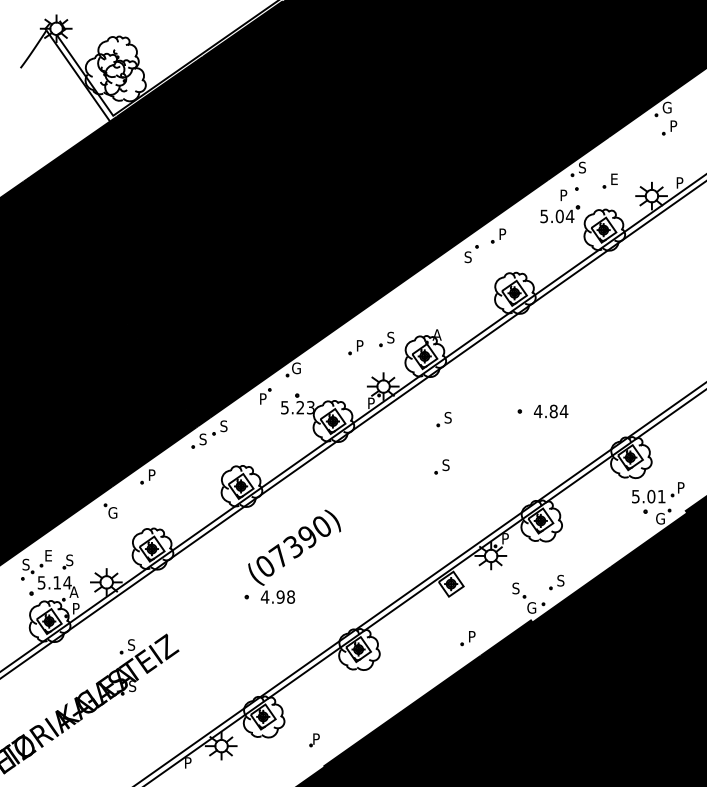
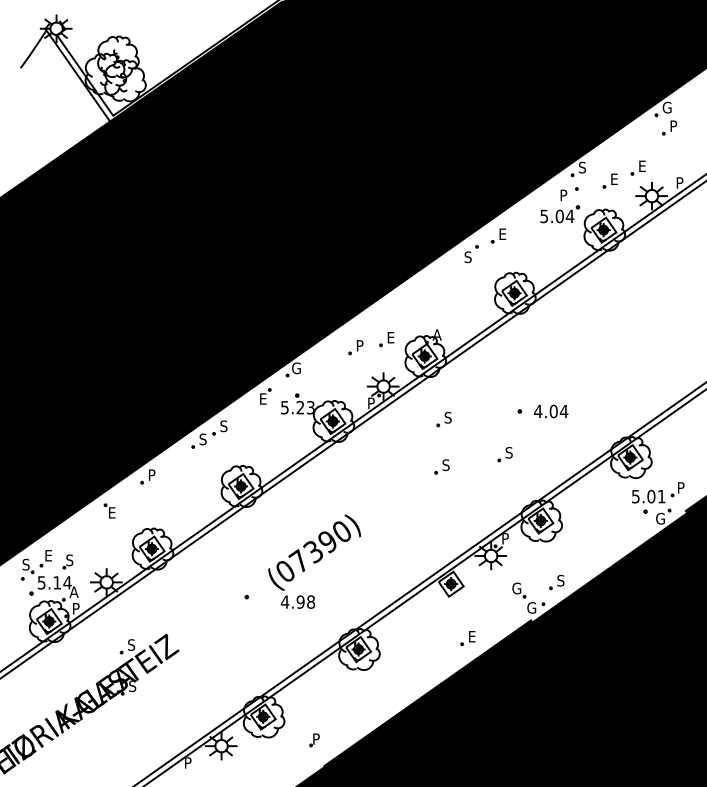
part at (637, 167): none -> present
text at (503, 233): P -> E
text at (390, 337): S -> E
text at (263, 398): P -> E
text at (553, 411): 4.84 -> 4.04
part at (504, 454): none -> present
text at (112, 512): G -> E
text at (294, 556) position: (294, 556) -> (314, 561)
text at (516, 588): S -> G
text at (472, 636): P -> E
